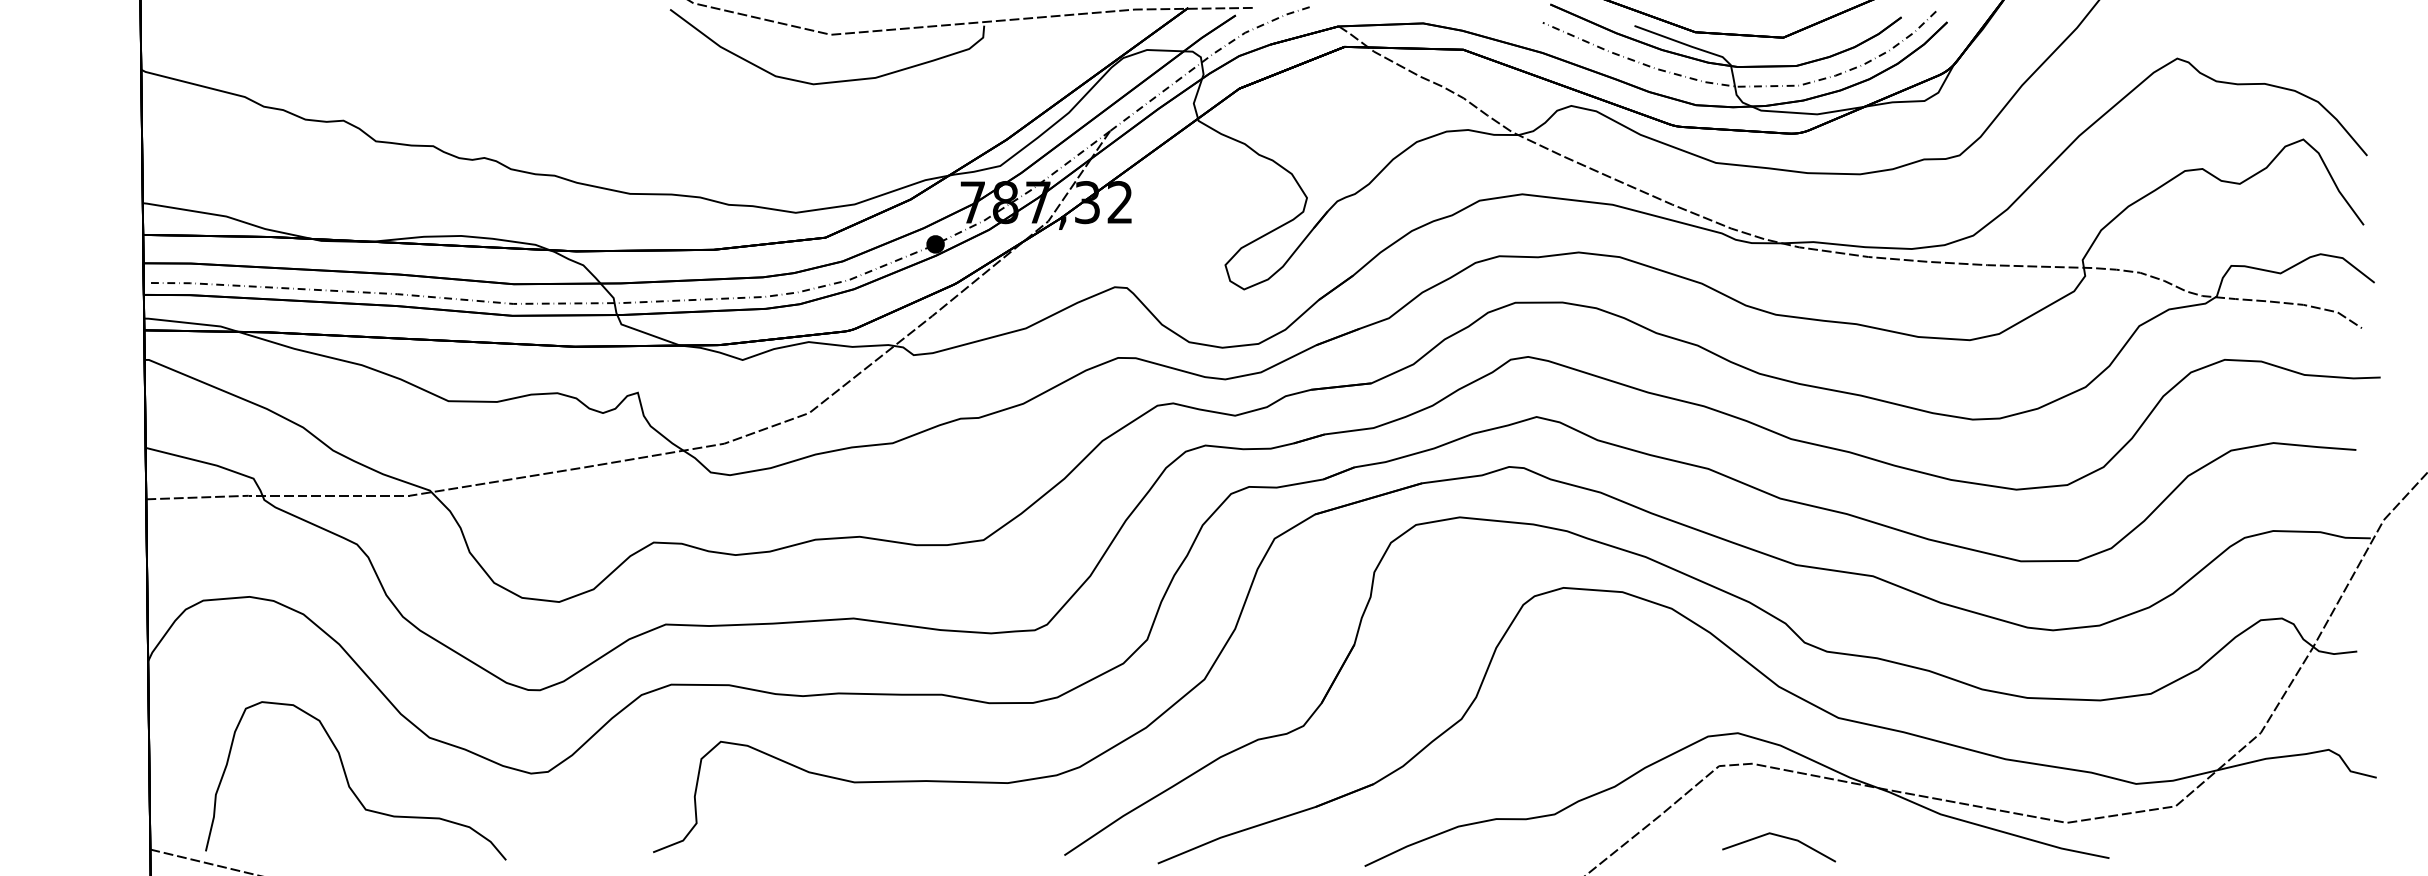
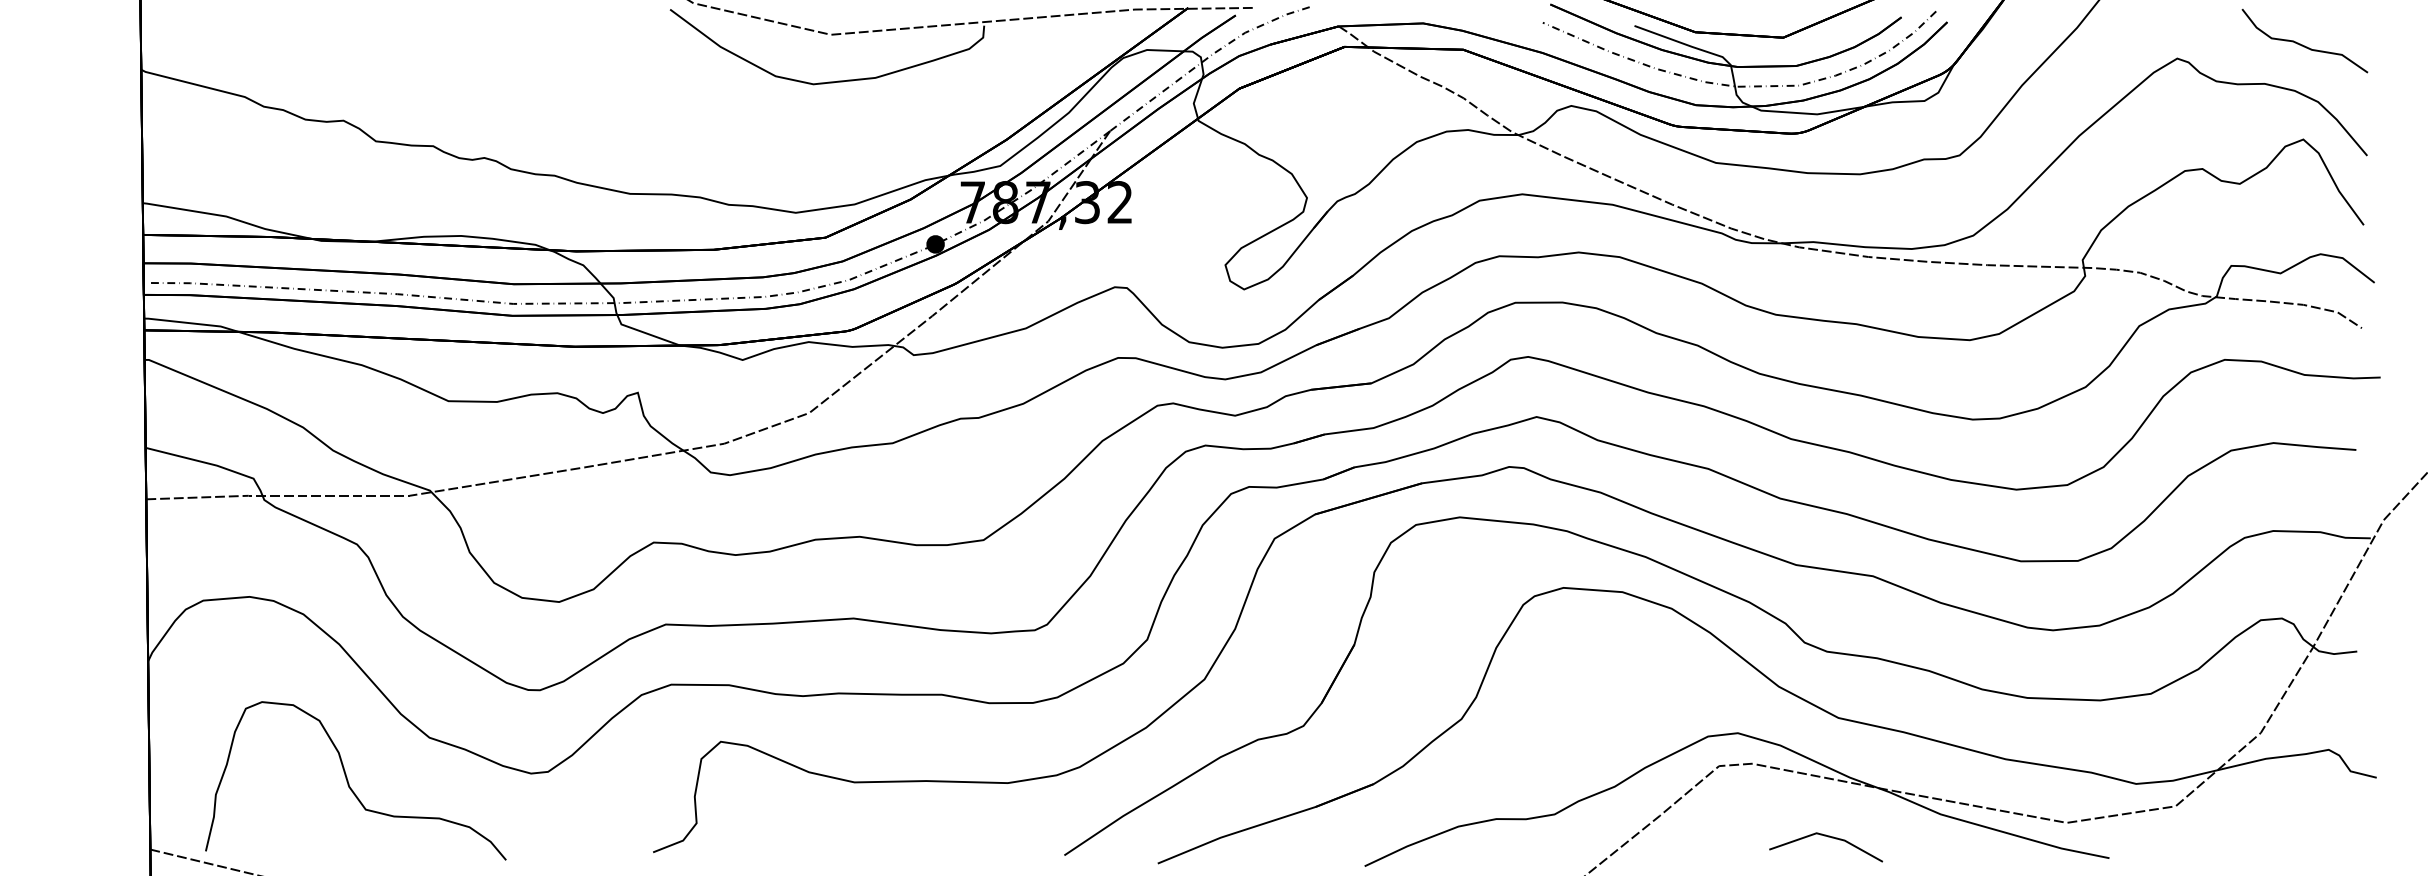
curve at (2302, 44): none -> present
line at (1781, 837) position: (1781, 837) -> (1828, 837)
